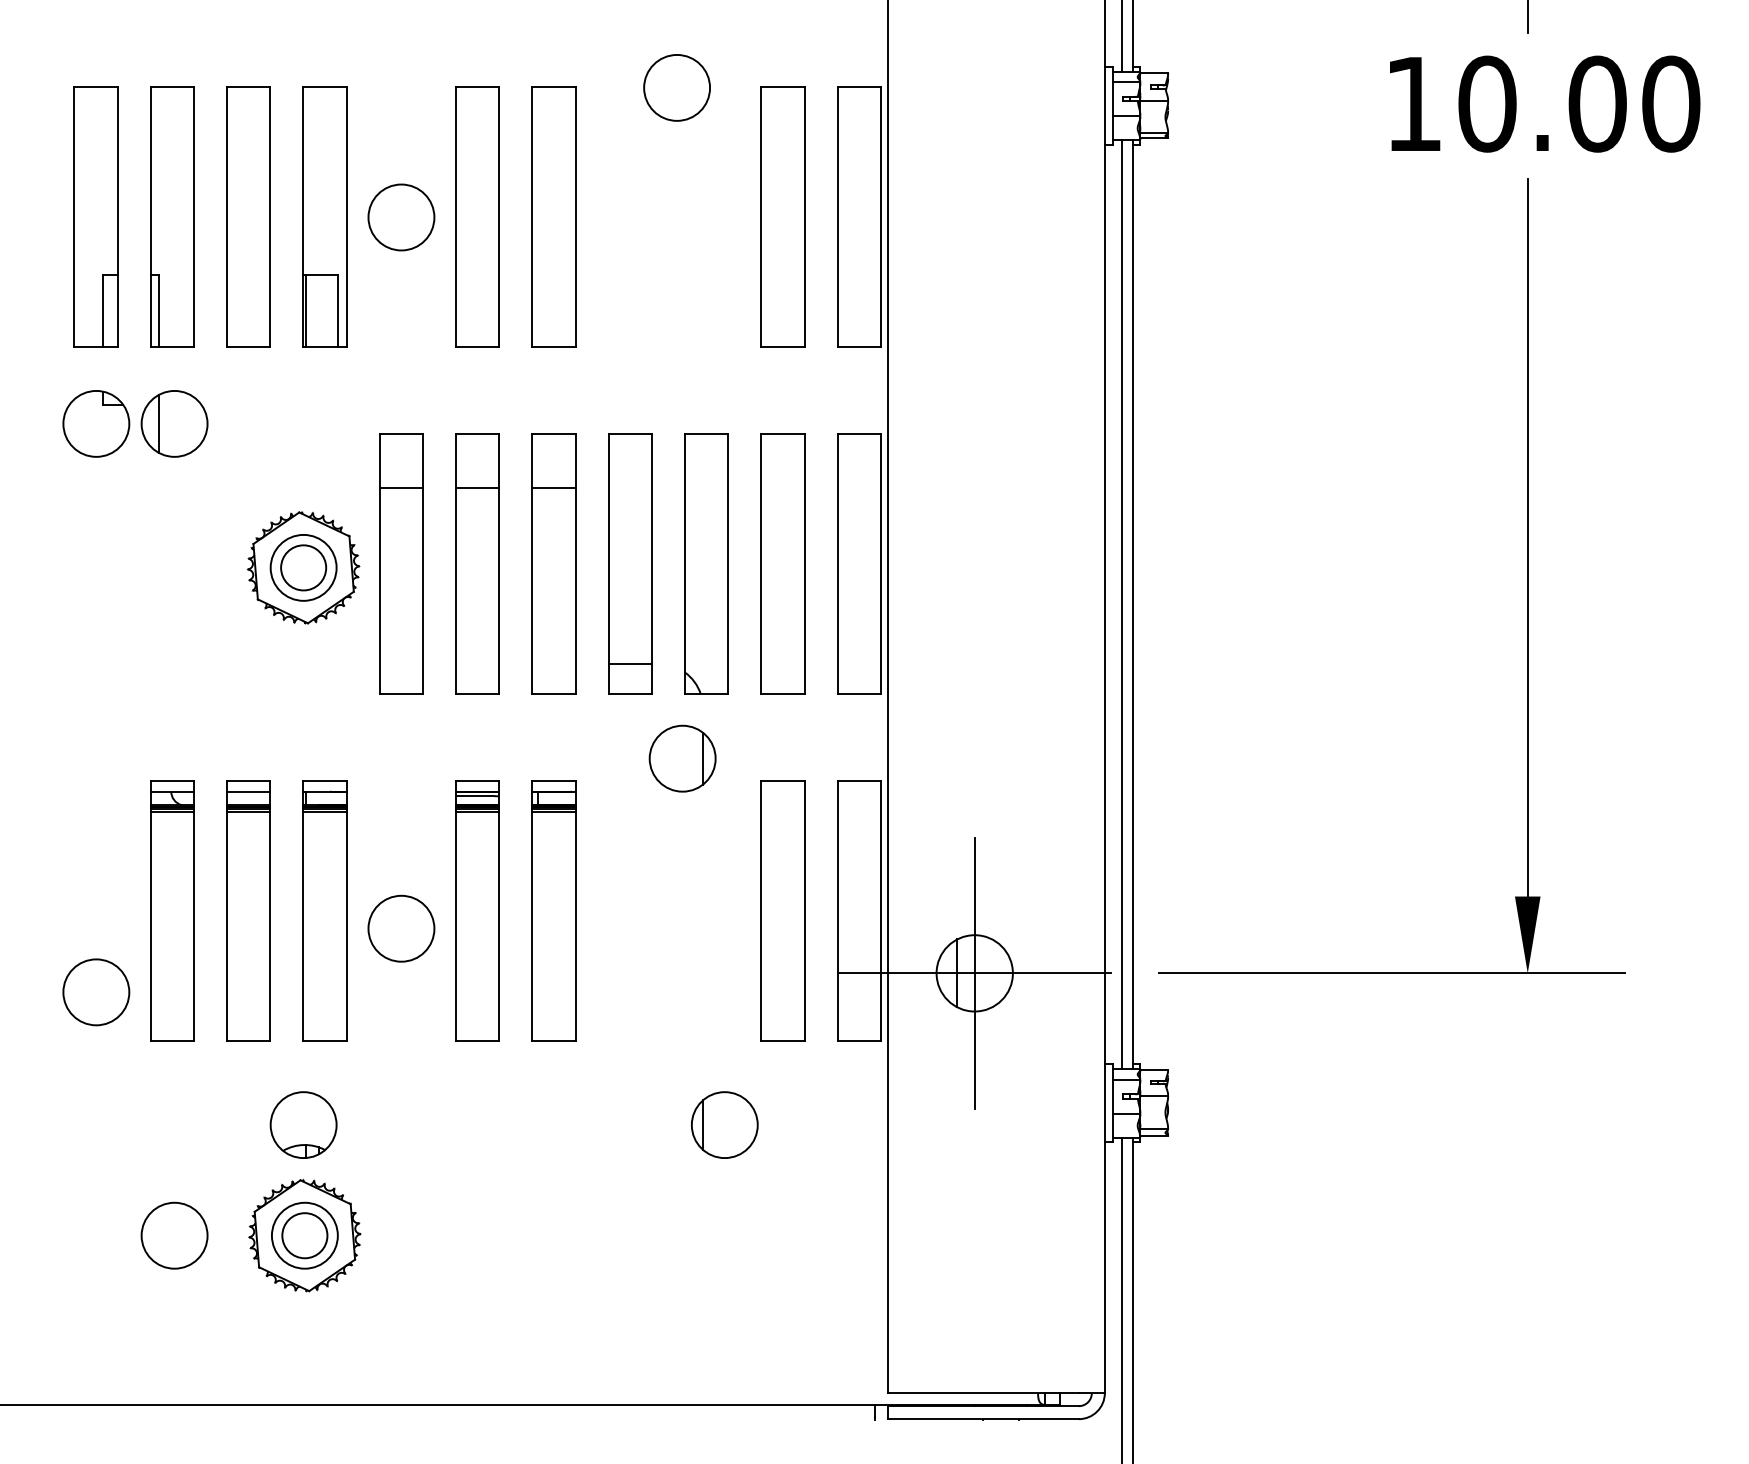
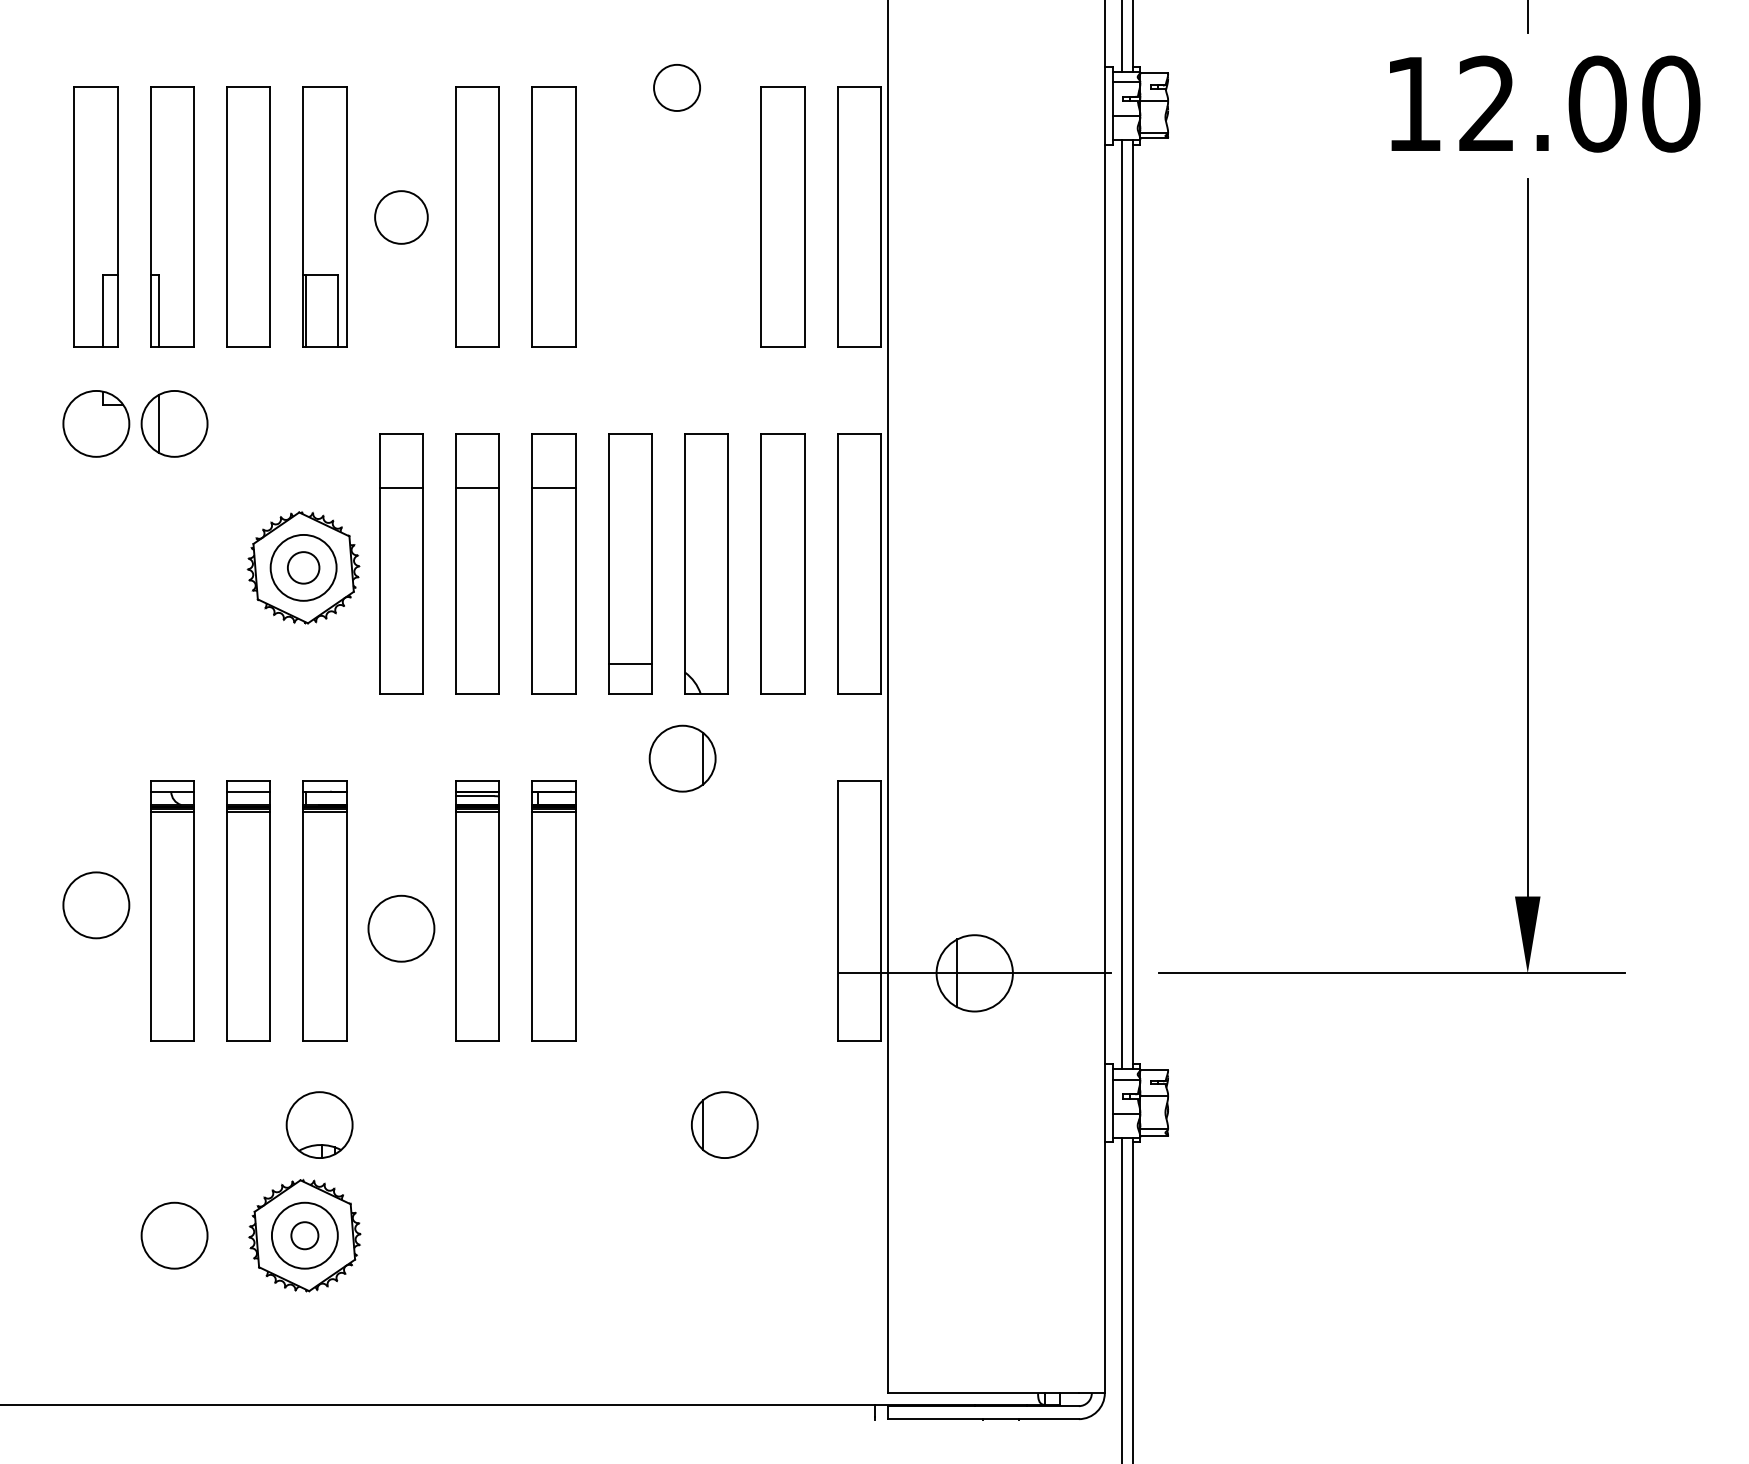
circle at (677, 87) diameter: 66 px -> 46 px
text at (1487, 103): 10.00 -> 12.00
circle at (401, 217) diameter: 66 px -> 53 px
circle at (303, 567) diameter: 45 px -> 32 px
part at (782, 910): present -> none
line at (974, 973): present -> none
circle at (96, 992) position: (96, 992) -> (96, 905)
part at (303, 1124) position: (303, 1124) -> (319, 1124)
circle at (304, 1235) diameter: 45 px -> 27 px
